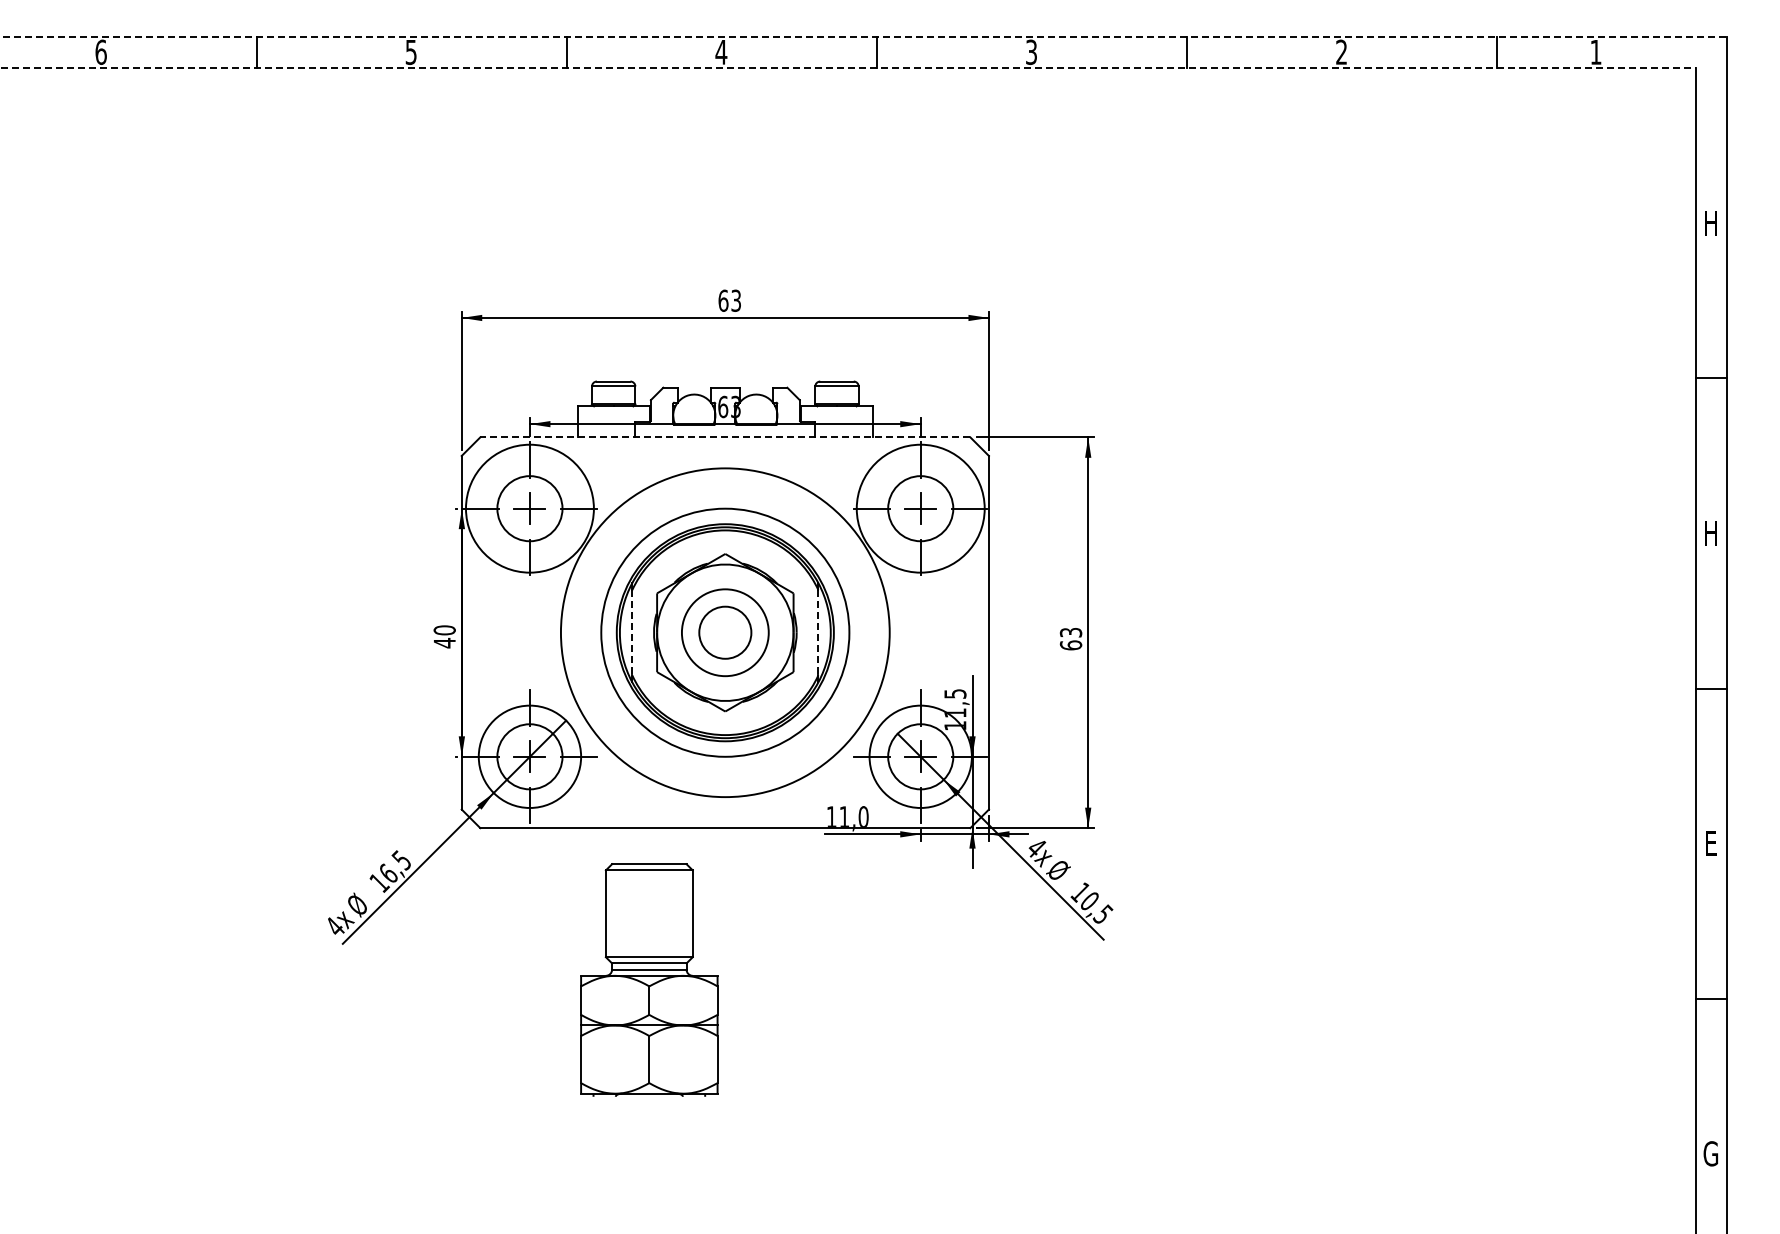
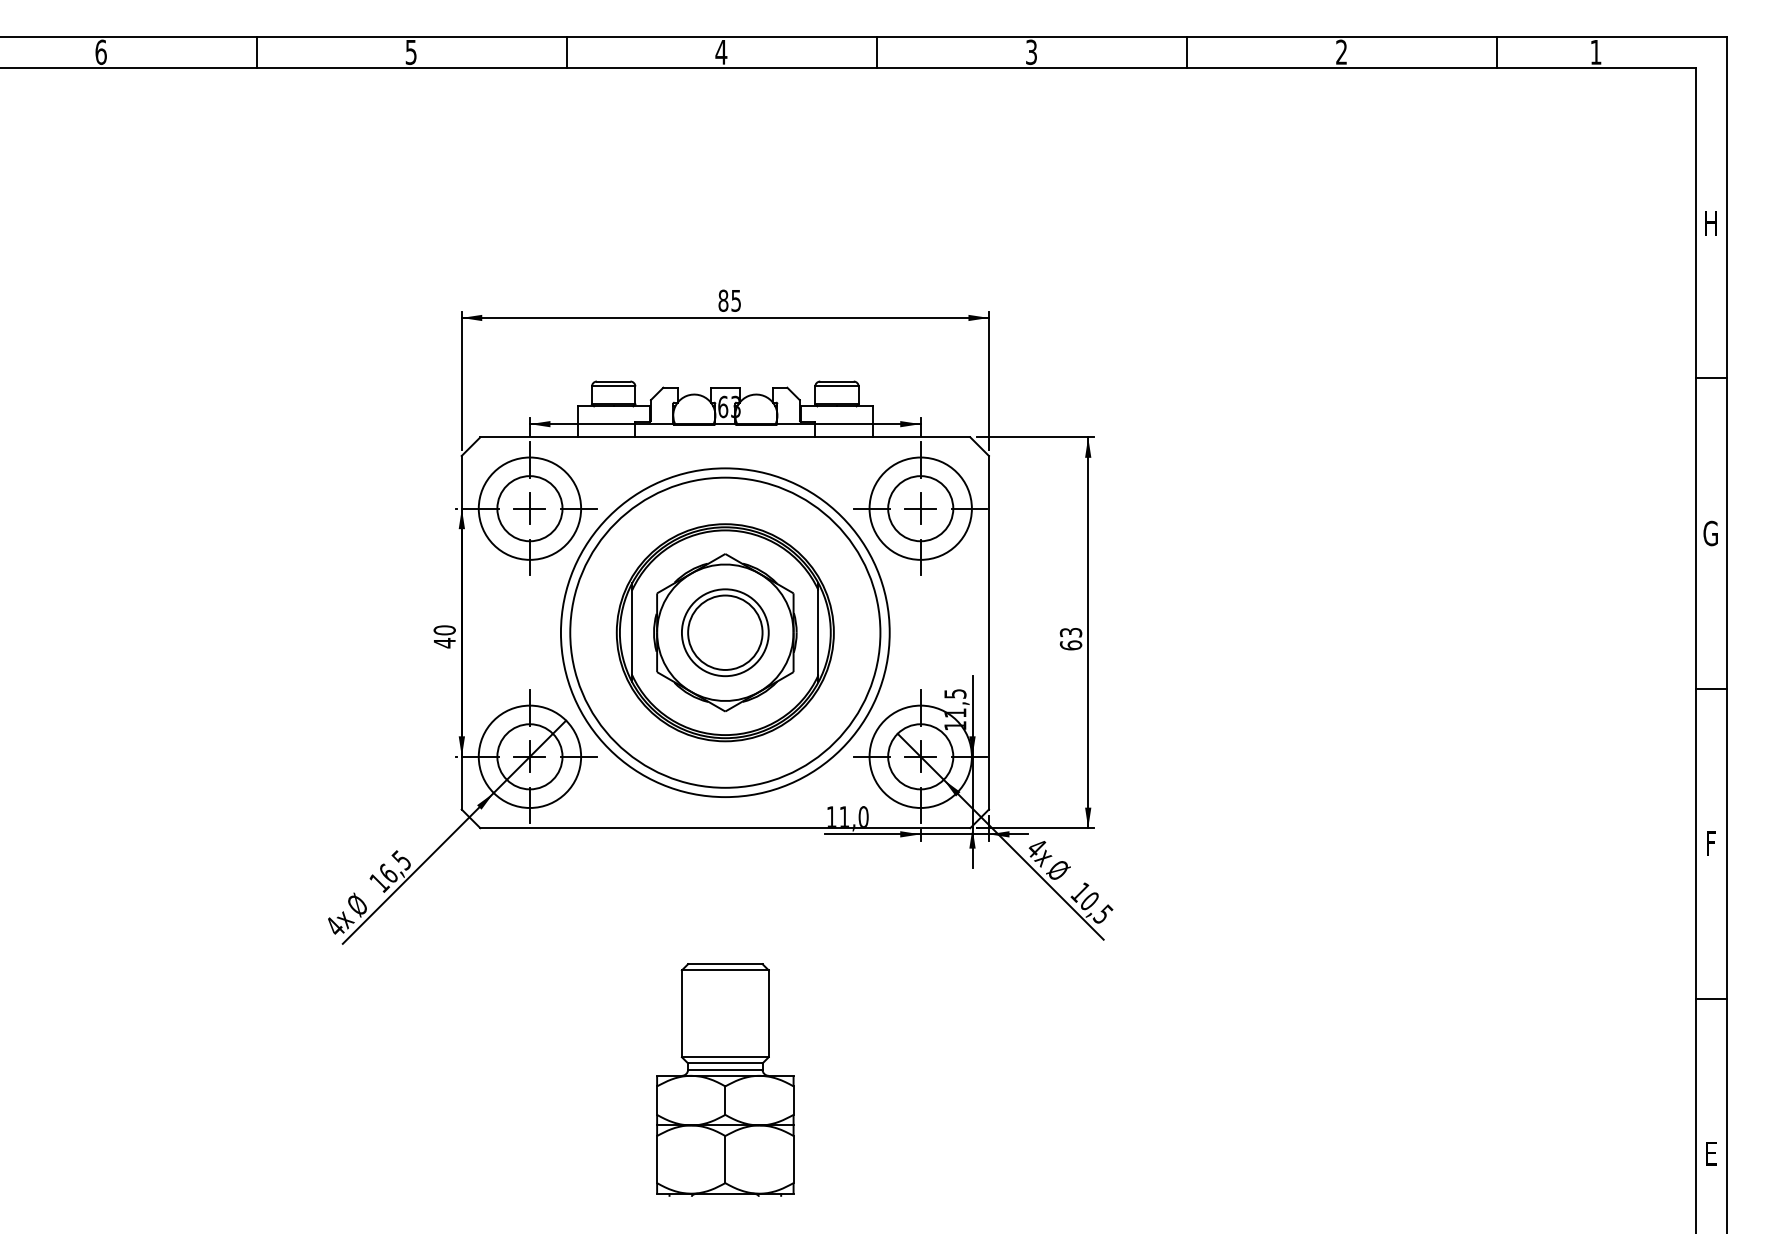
line at (863, 37): dashed -> solid
line at (848, 68): dashed -> solid
text at (729, 300): 63 -> 85
line at (724, 437): dashed -> solid
circle at (529, 508) diameter: 128 px -> 102 px
circle at (920, 508) diameter: 128 px -> 102 px
text at (1710, 533): H -> G
line at (632, 632): dashed -> solid
circle at (725, 632) diameter: 248 px -> 310 px
circle at (725, 632) diameter: 52 px -> 74 px
line at (818, 632): dashed -> solid
text at (1711, 843): E -> F
part at (649, 979) position: (649, 979) -> (725, 1079)
text at (1710, 1153): G -> E
